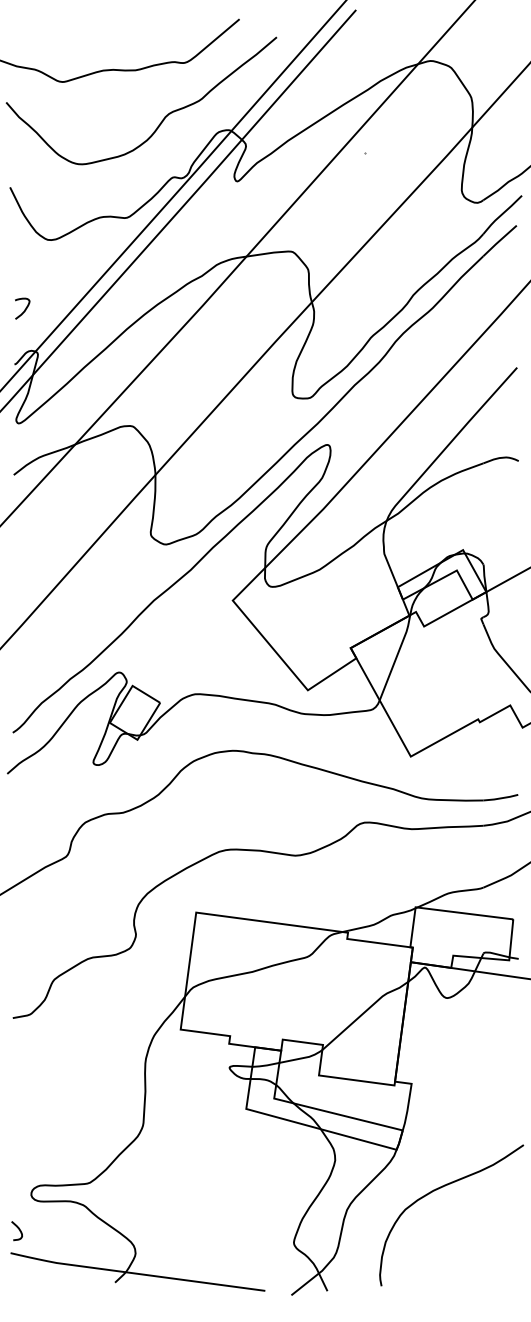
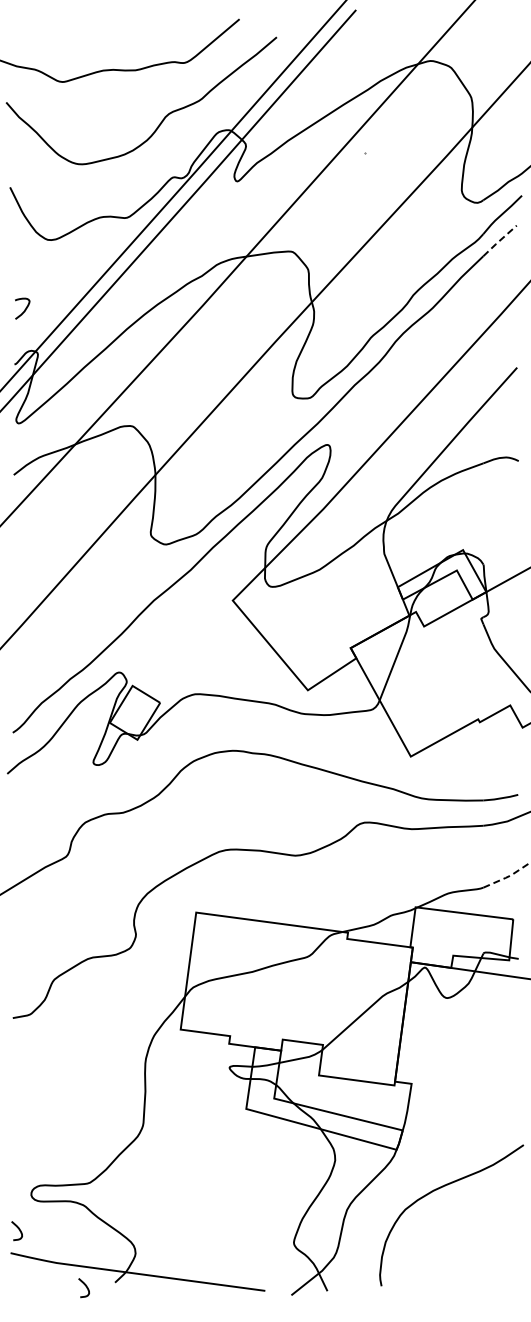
line at (499, 240): solid -> dashed
line at (508, 876): solid -> dashed
curve at (85, 1286): none -> present
